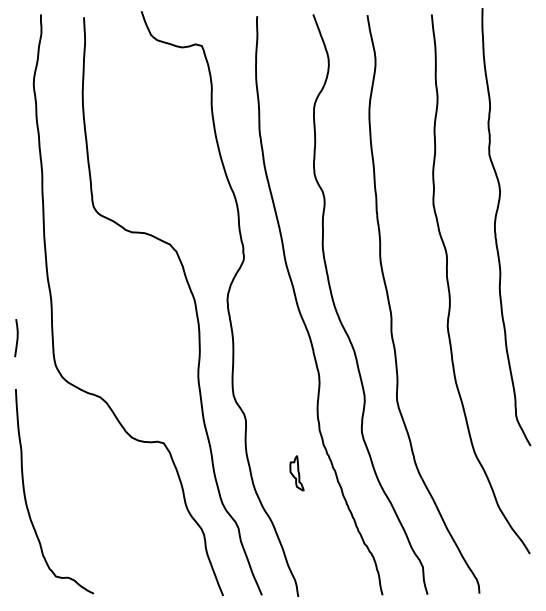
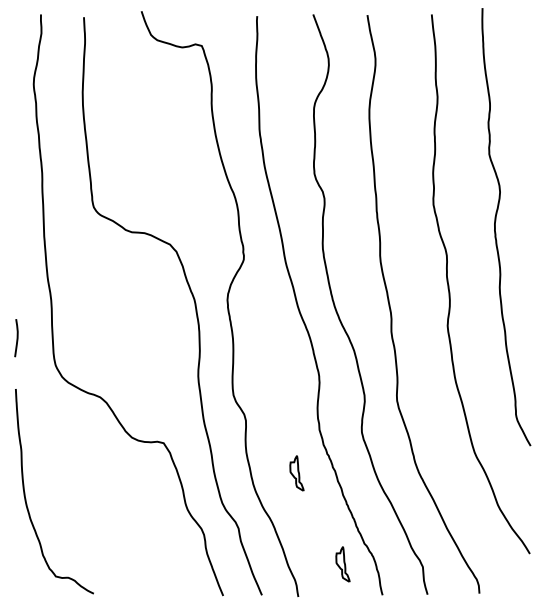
part at (342, 564): none -> present
